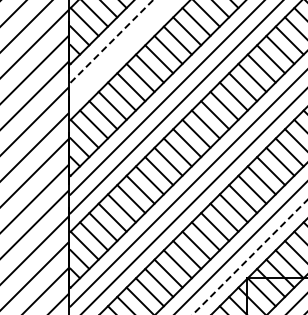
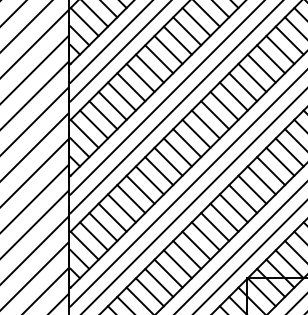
line at (112, 41): dashed -> solid
line at (119, 51): none -> present
line at (250, 257): dashed -> solid
